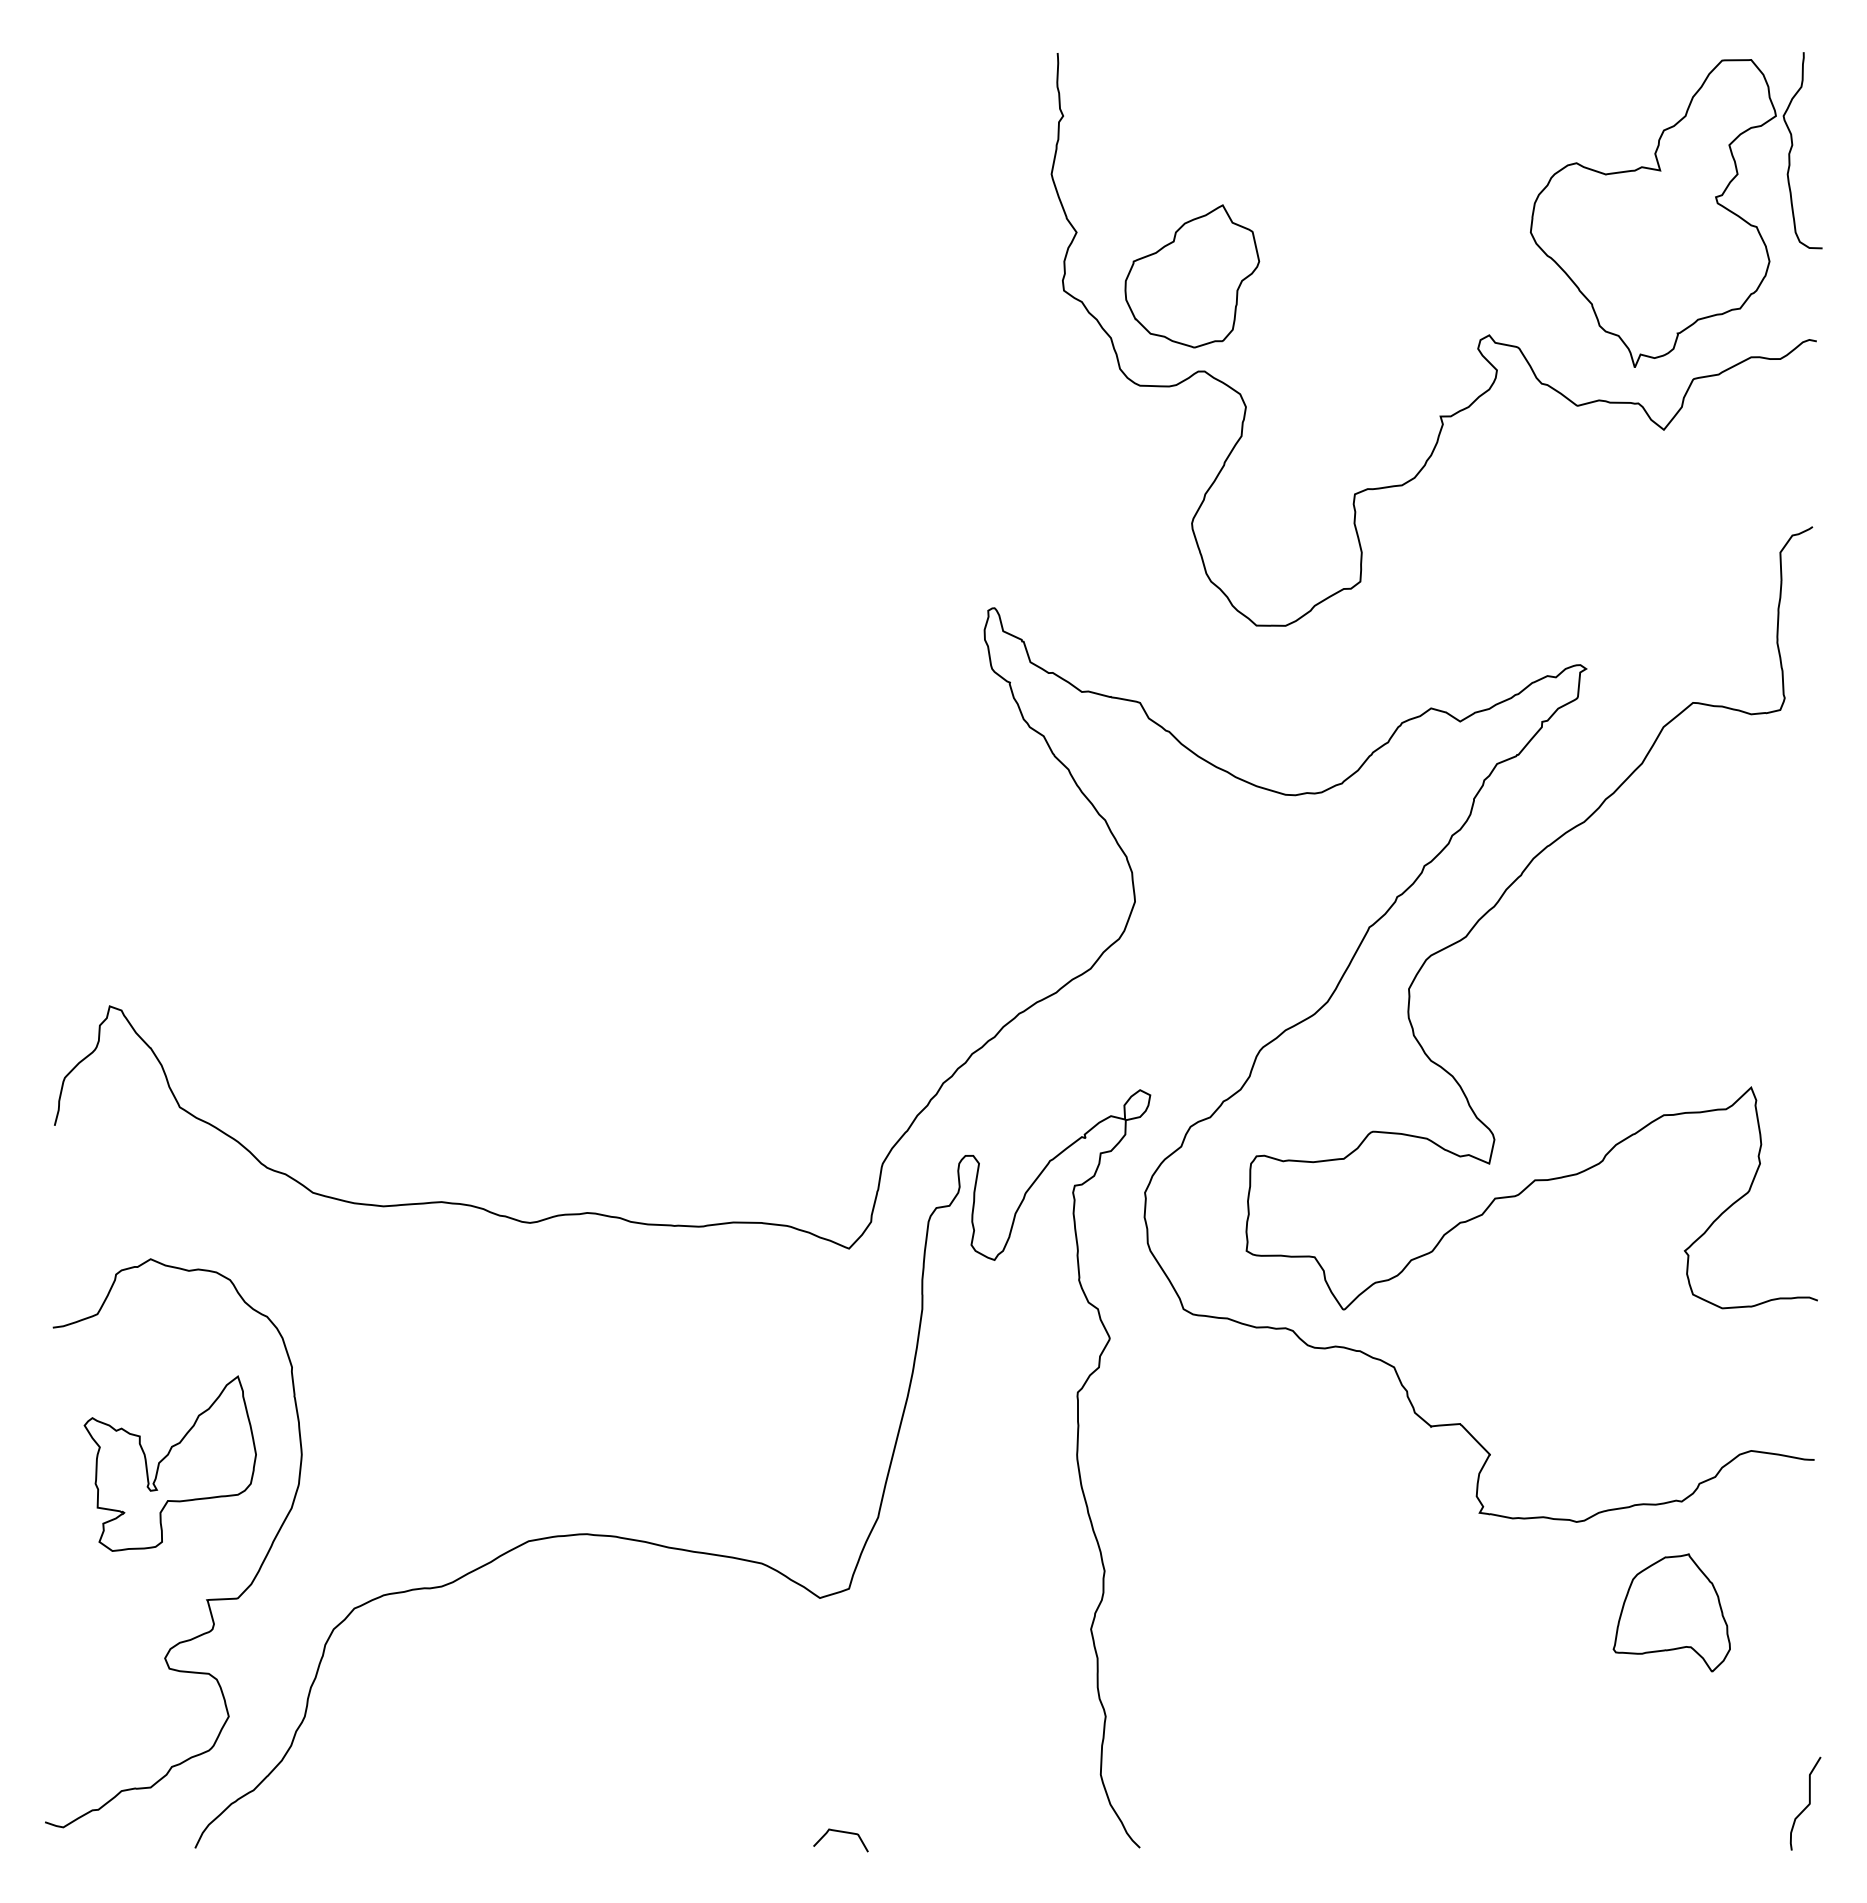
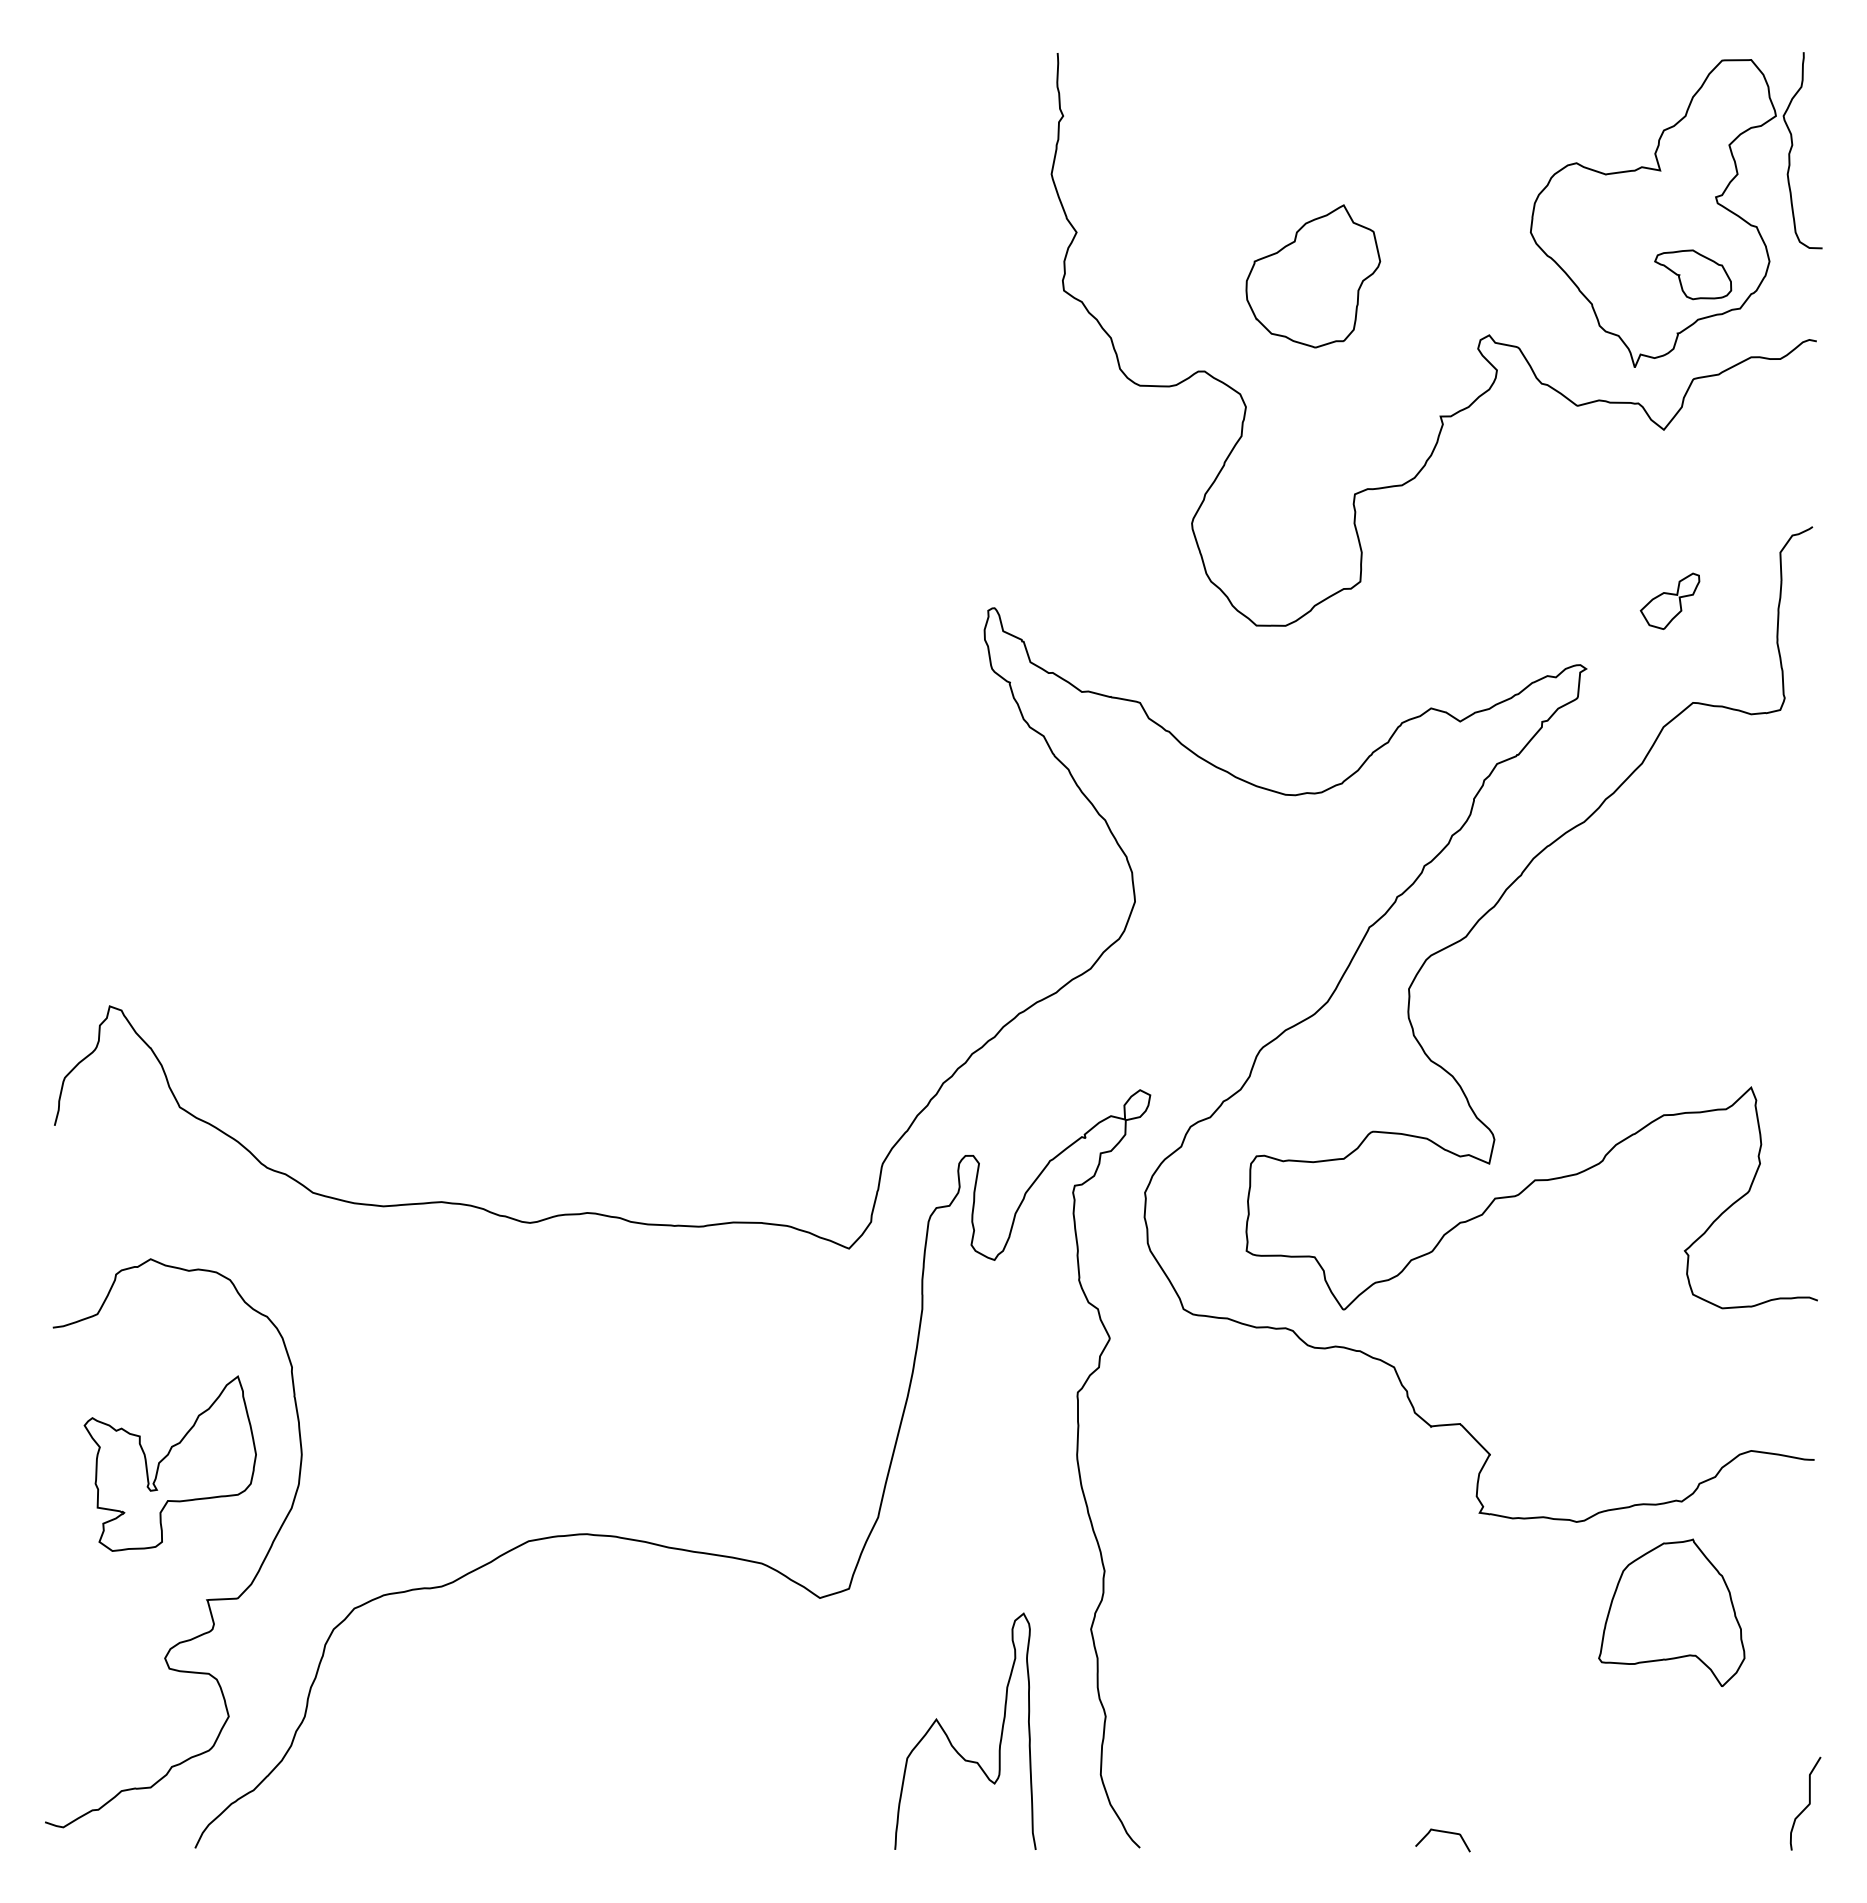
part at (1693, 274): none -> present
part at (1192, 276) position: (1192, 276) -> (1313, 276)
part at (1669, 600): none -> present
part at (1671, 1612) size: 119x120 px -> 148x150 px
curve at (949, 1738): none -> present
curve at (840, 1832) position: (840, 1832) -> (1442, 1832)
